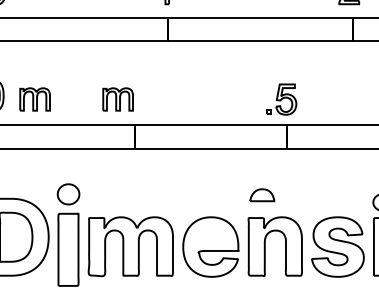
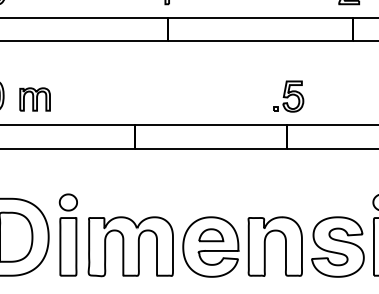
part at (117, 99): present -> none
part at (281, 99) position: (281, 99) -> (288, 96)
part at (262, 195) position: (262, 195) -> (211, 235)
part at (68, 234) size: 25x104 px -> 20x84 px
